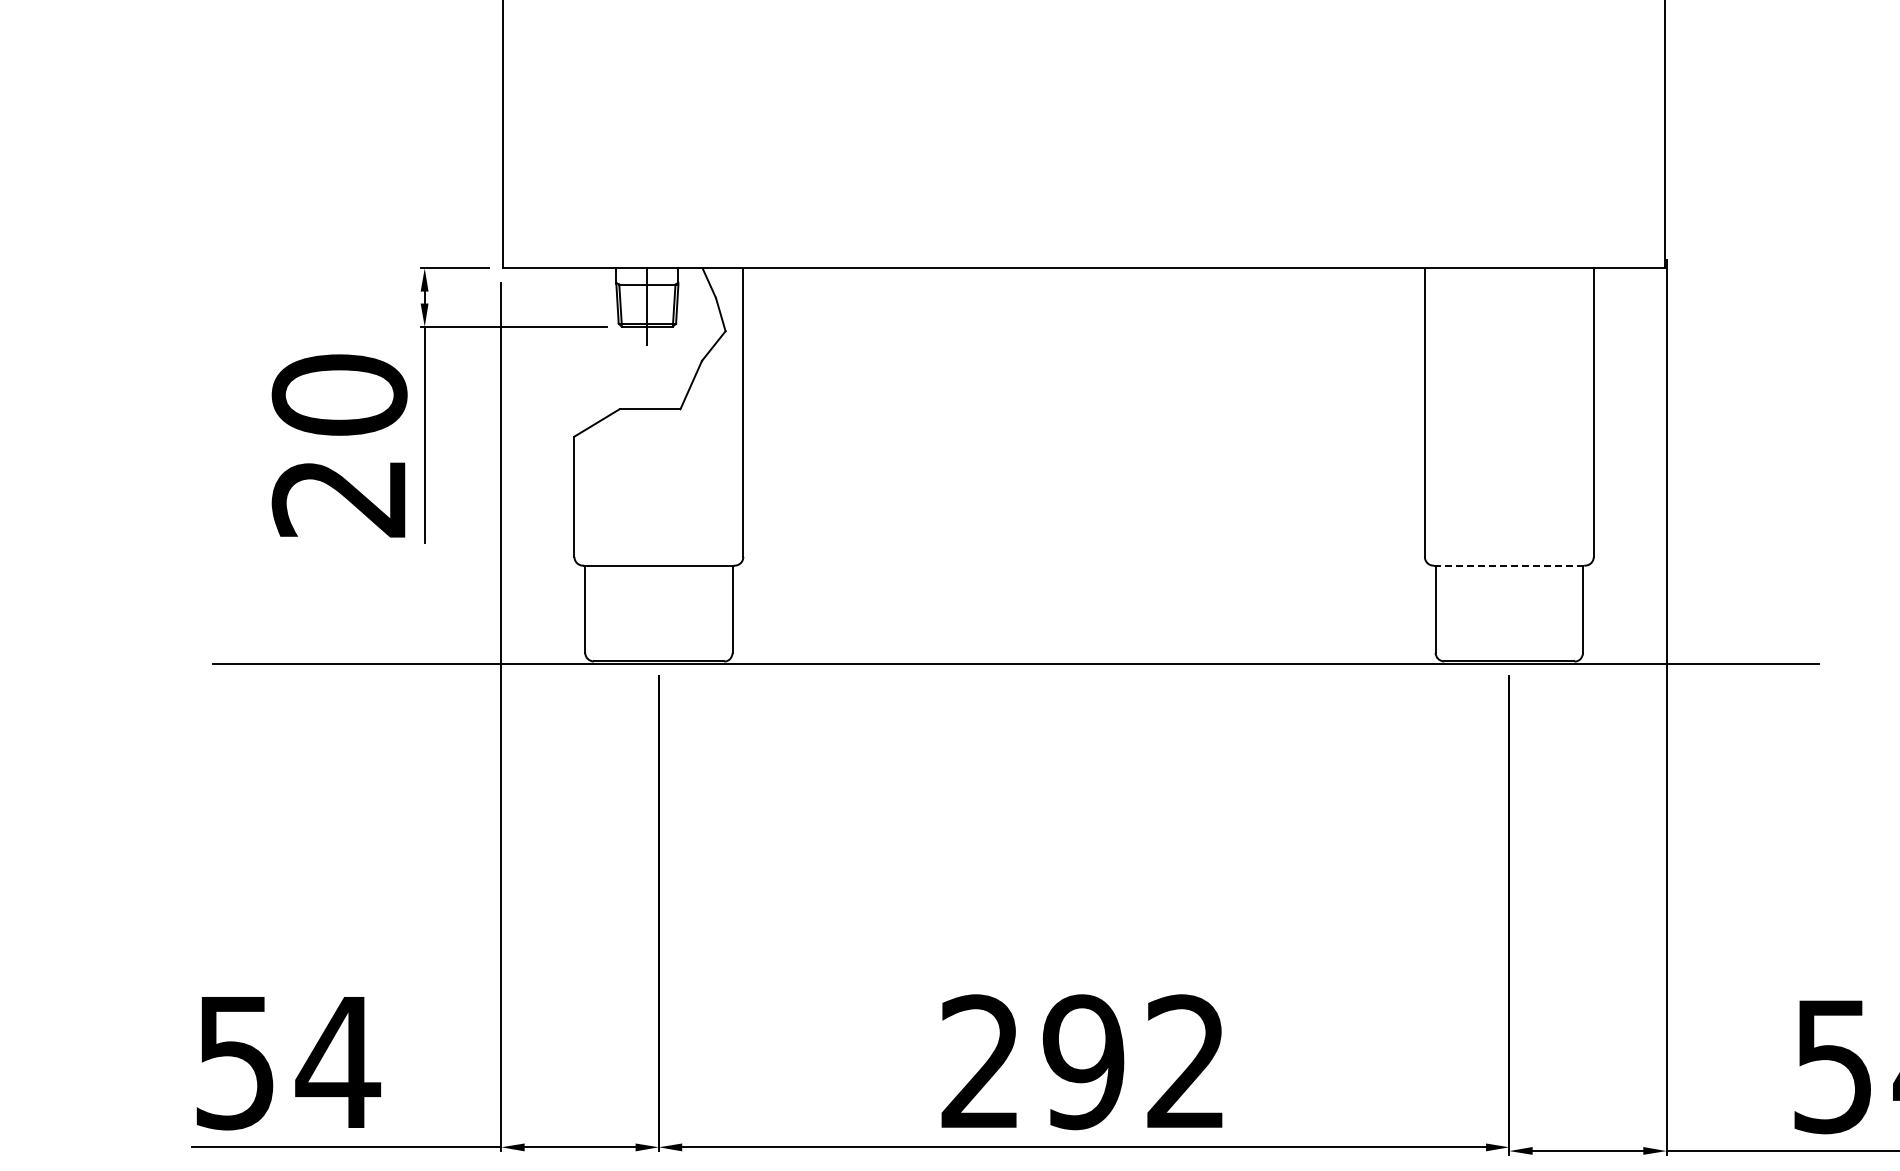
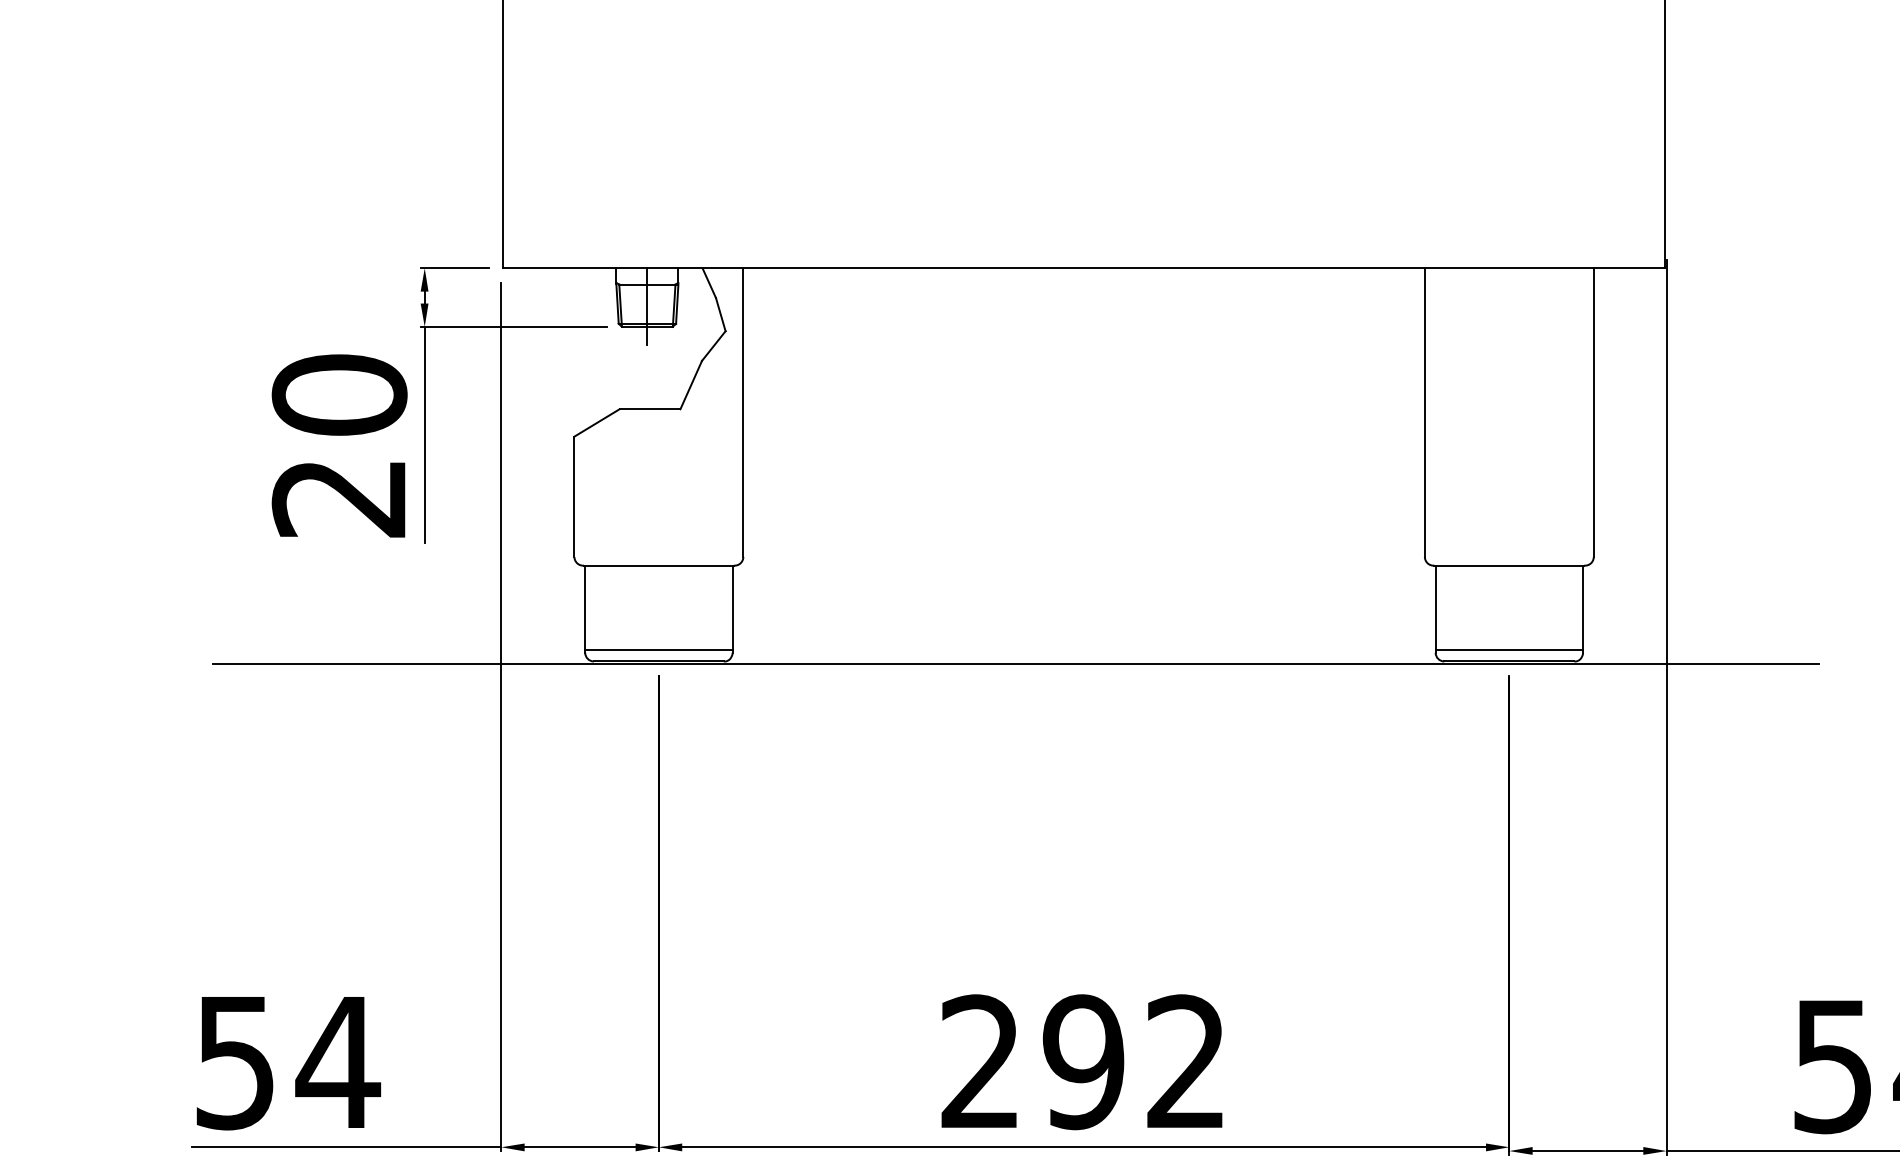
line at (1509, 565): dashed -> solid
line at (658, 649): none -> present
line at (1509, 649): none -> present
